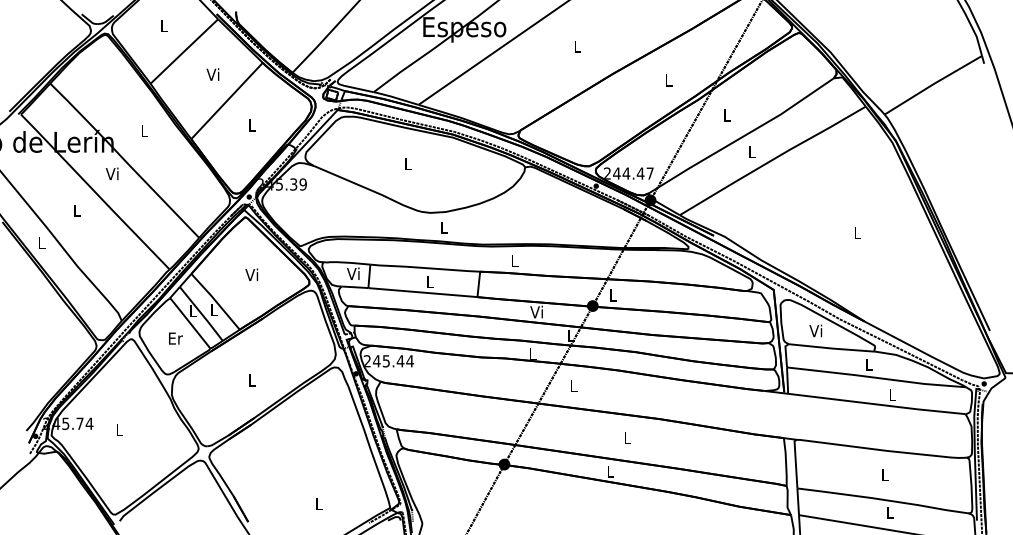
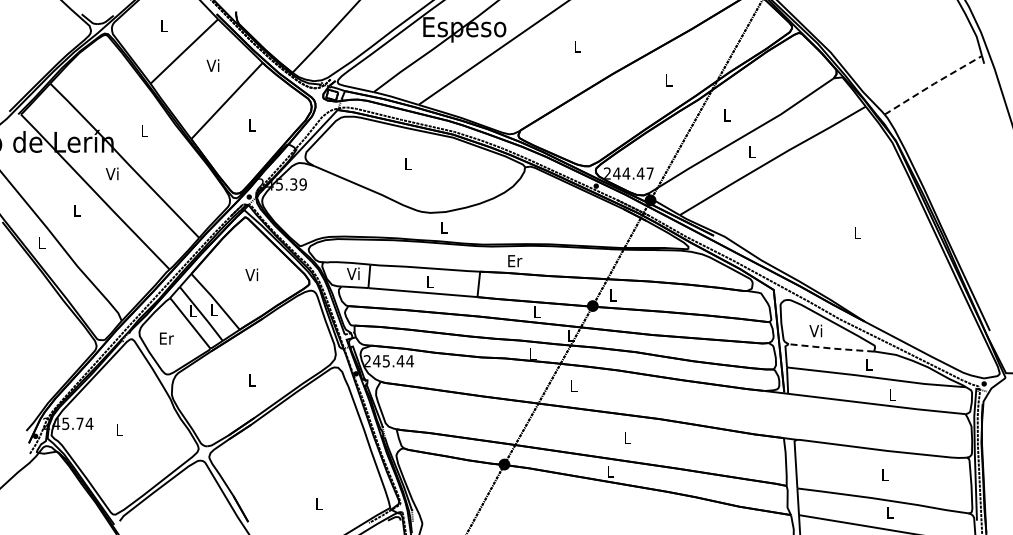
text at (212, 74) position: (212, 74) -> (212, 65)
line at (933, 84): solid -> dashed
text at (515, 261): L -> Er
text at (536, 311): Vi -> L
text at (175, 338) position: (175, 338) -> (166, 338)
line at (831, 348): solid -> dashed
